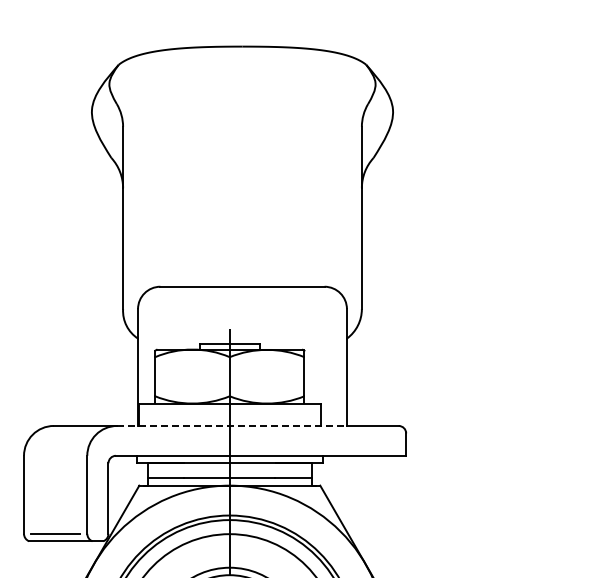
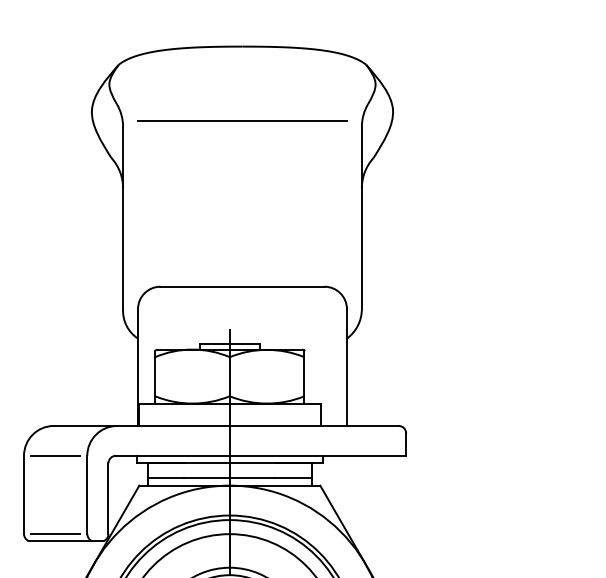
line at (242, 120): none -> present
line at (232, 425): dashed -> solid
line at (55, 455): none -> present
